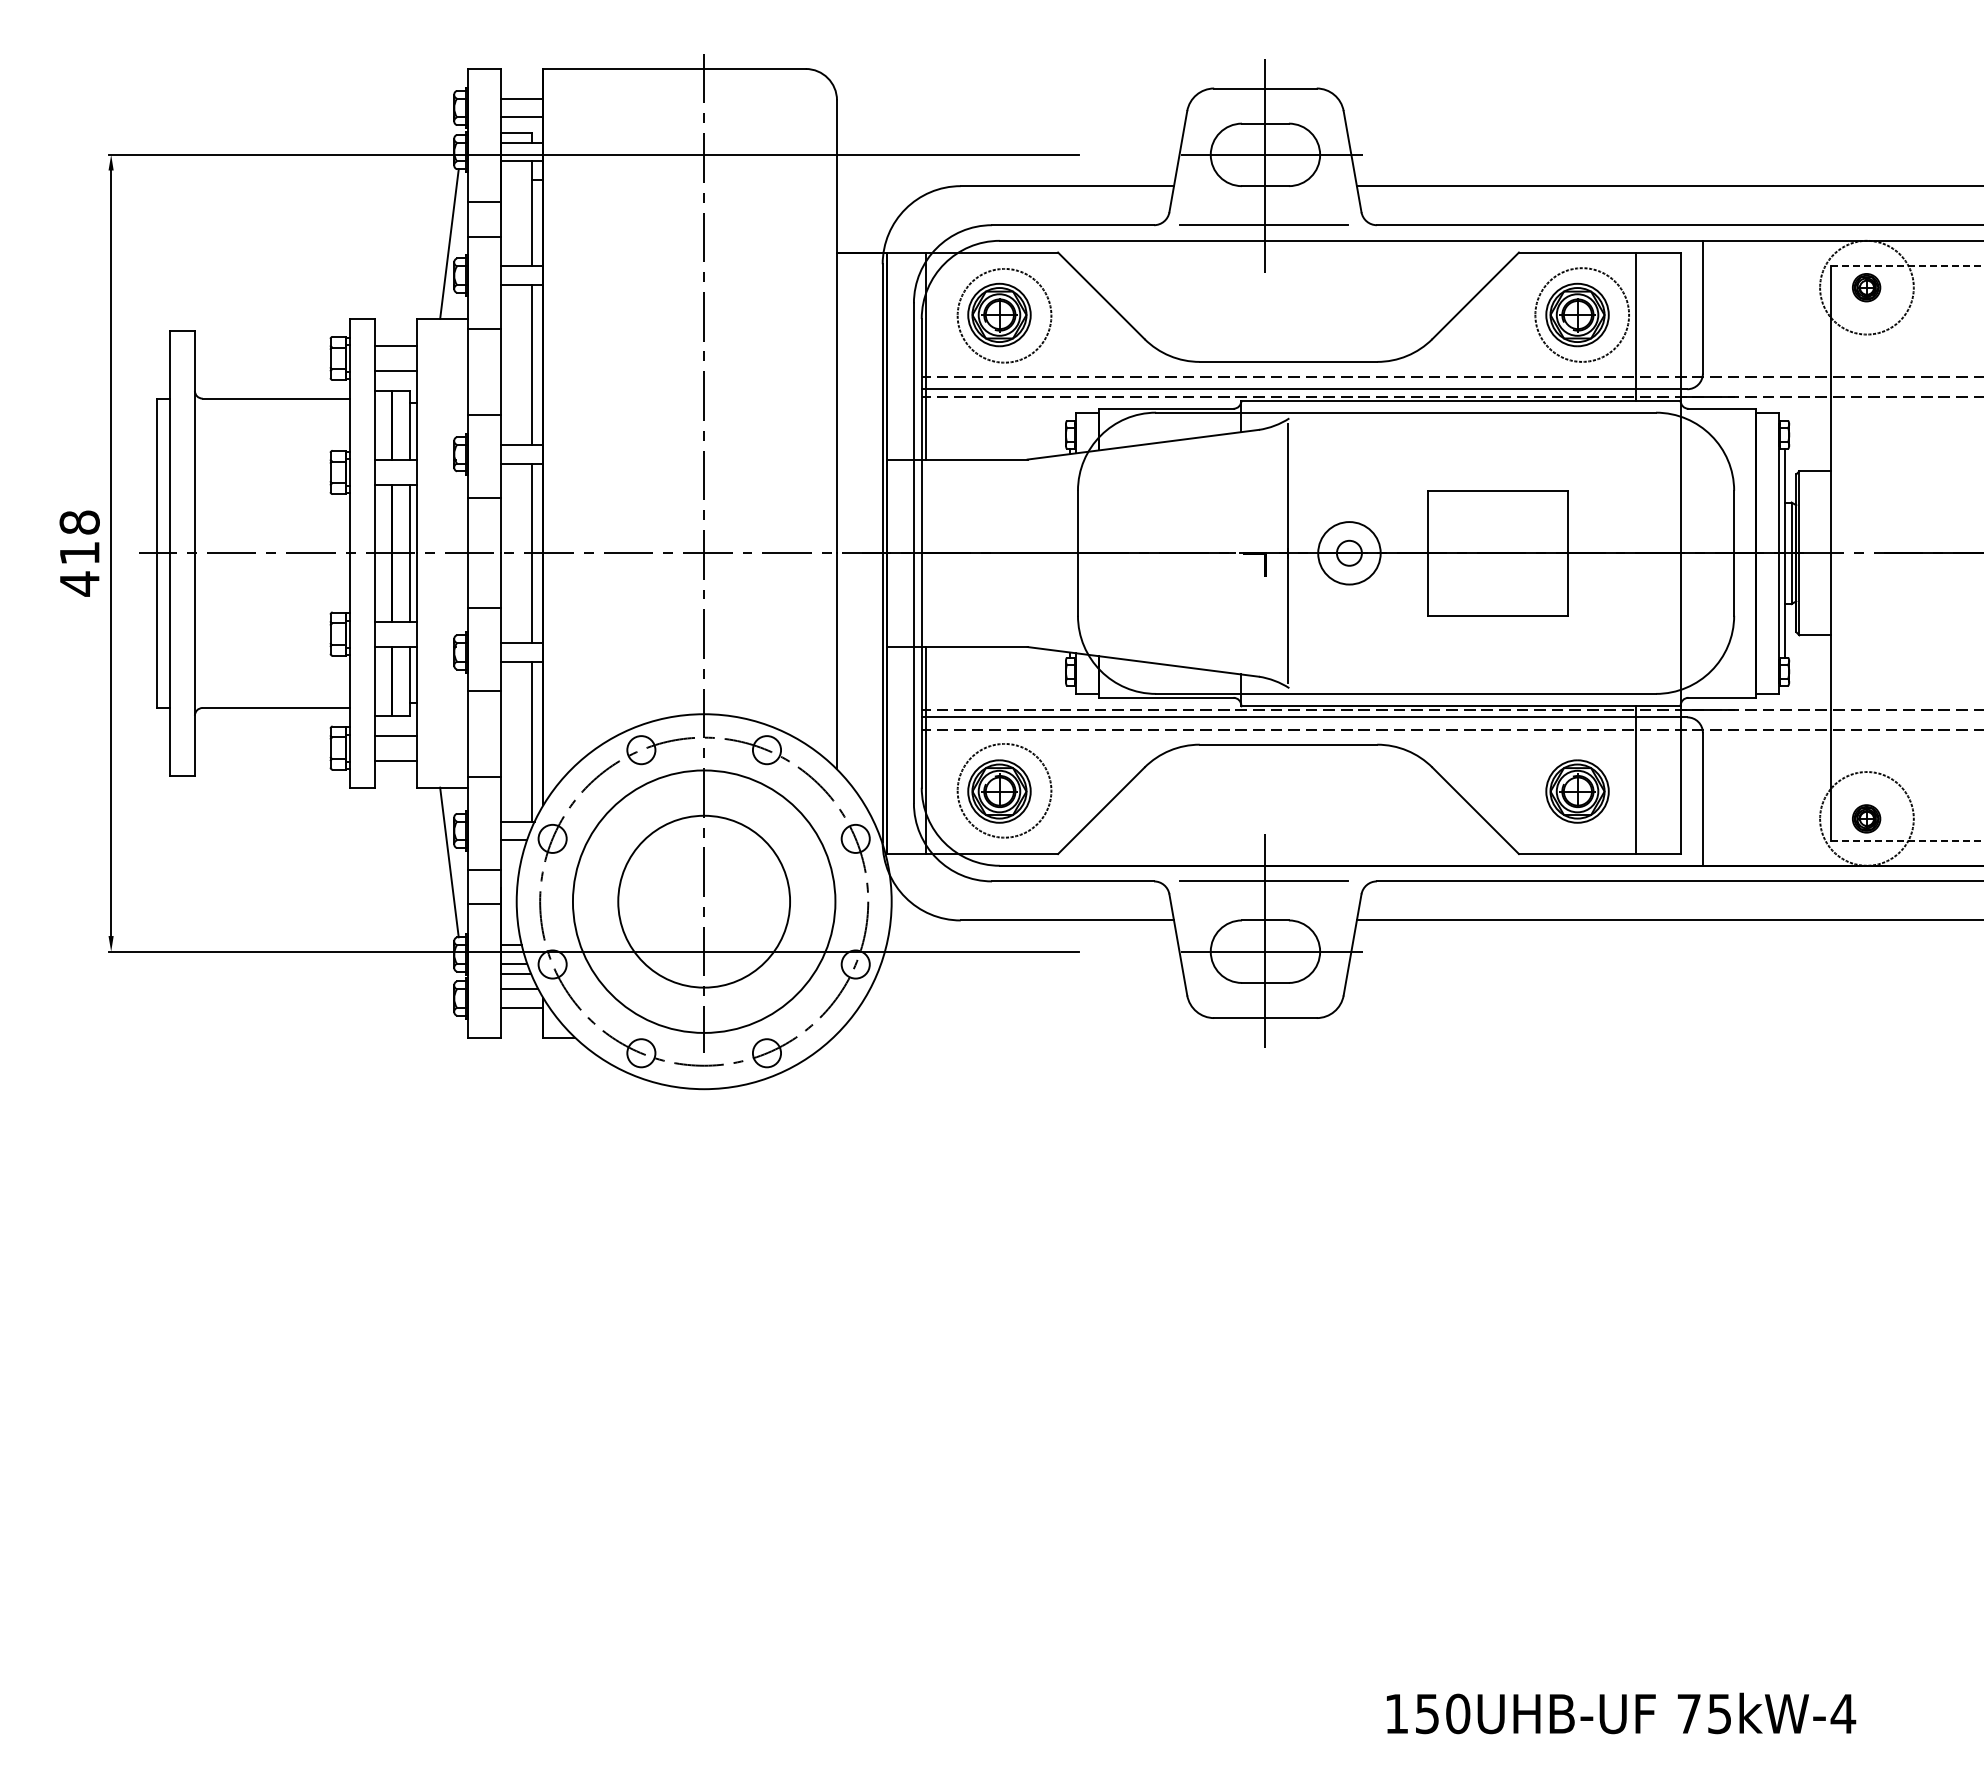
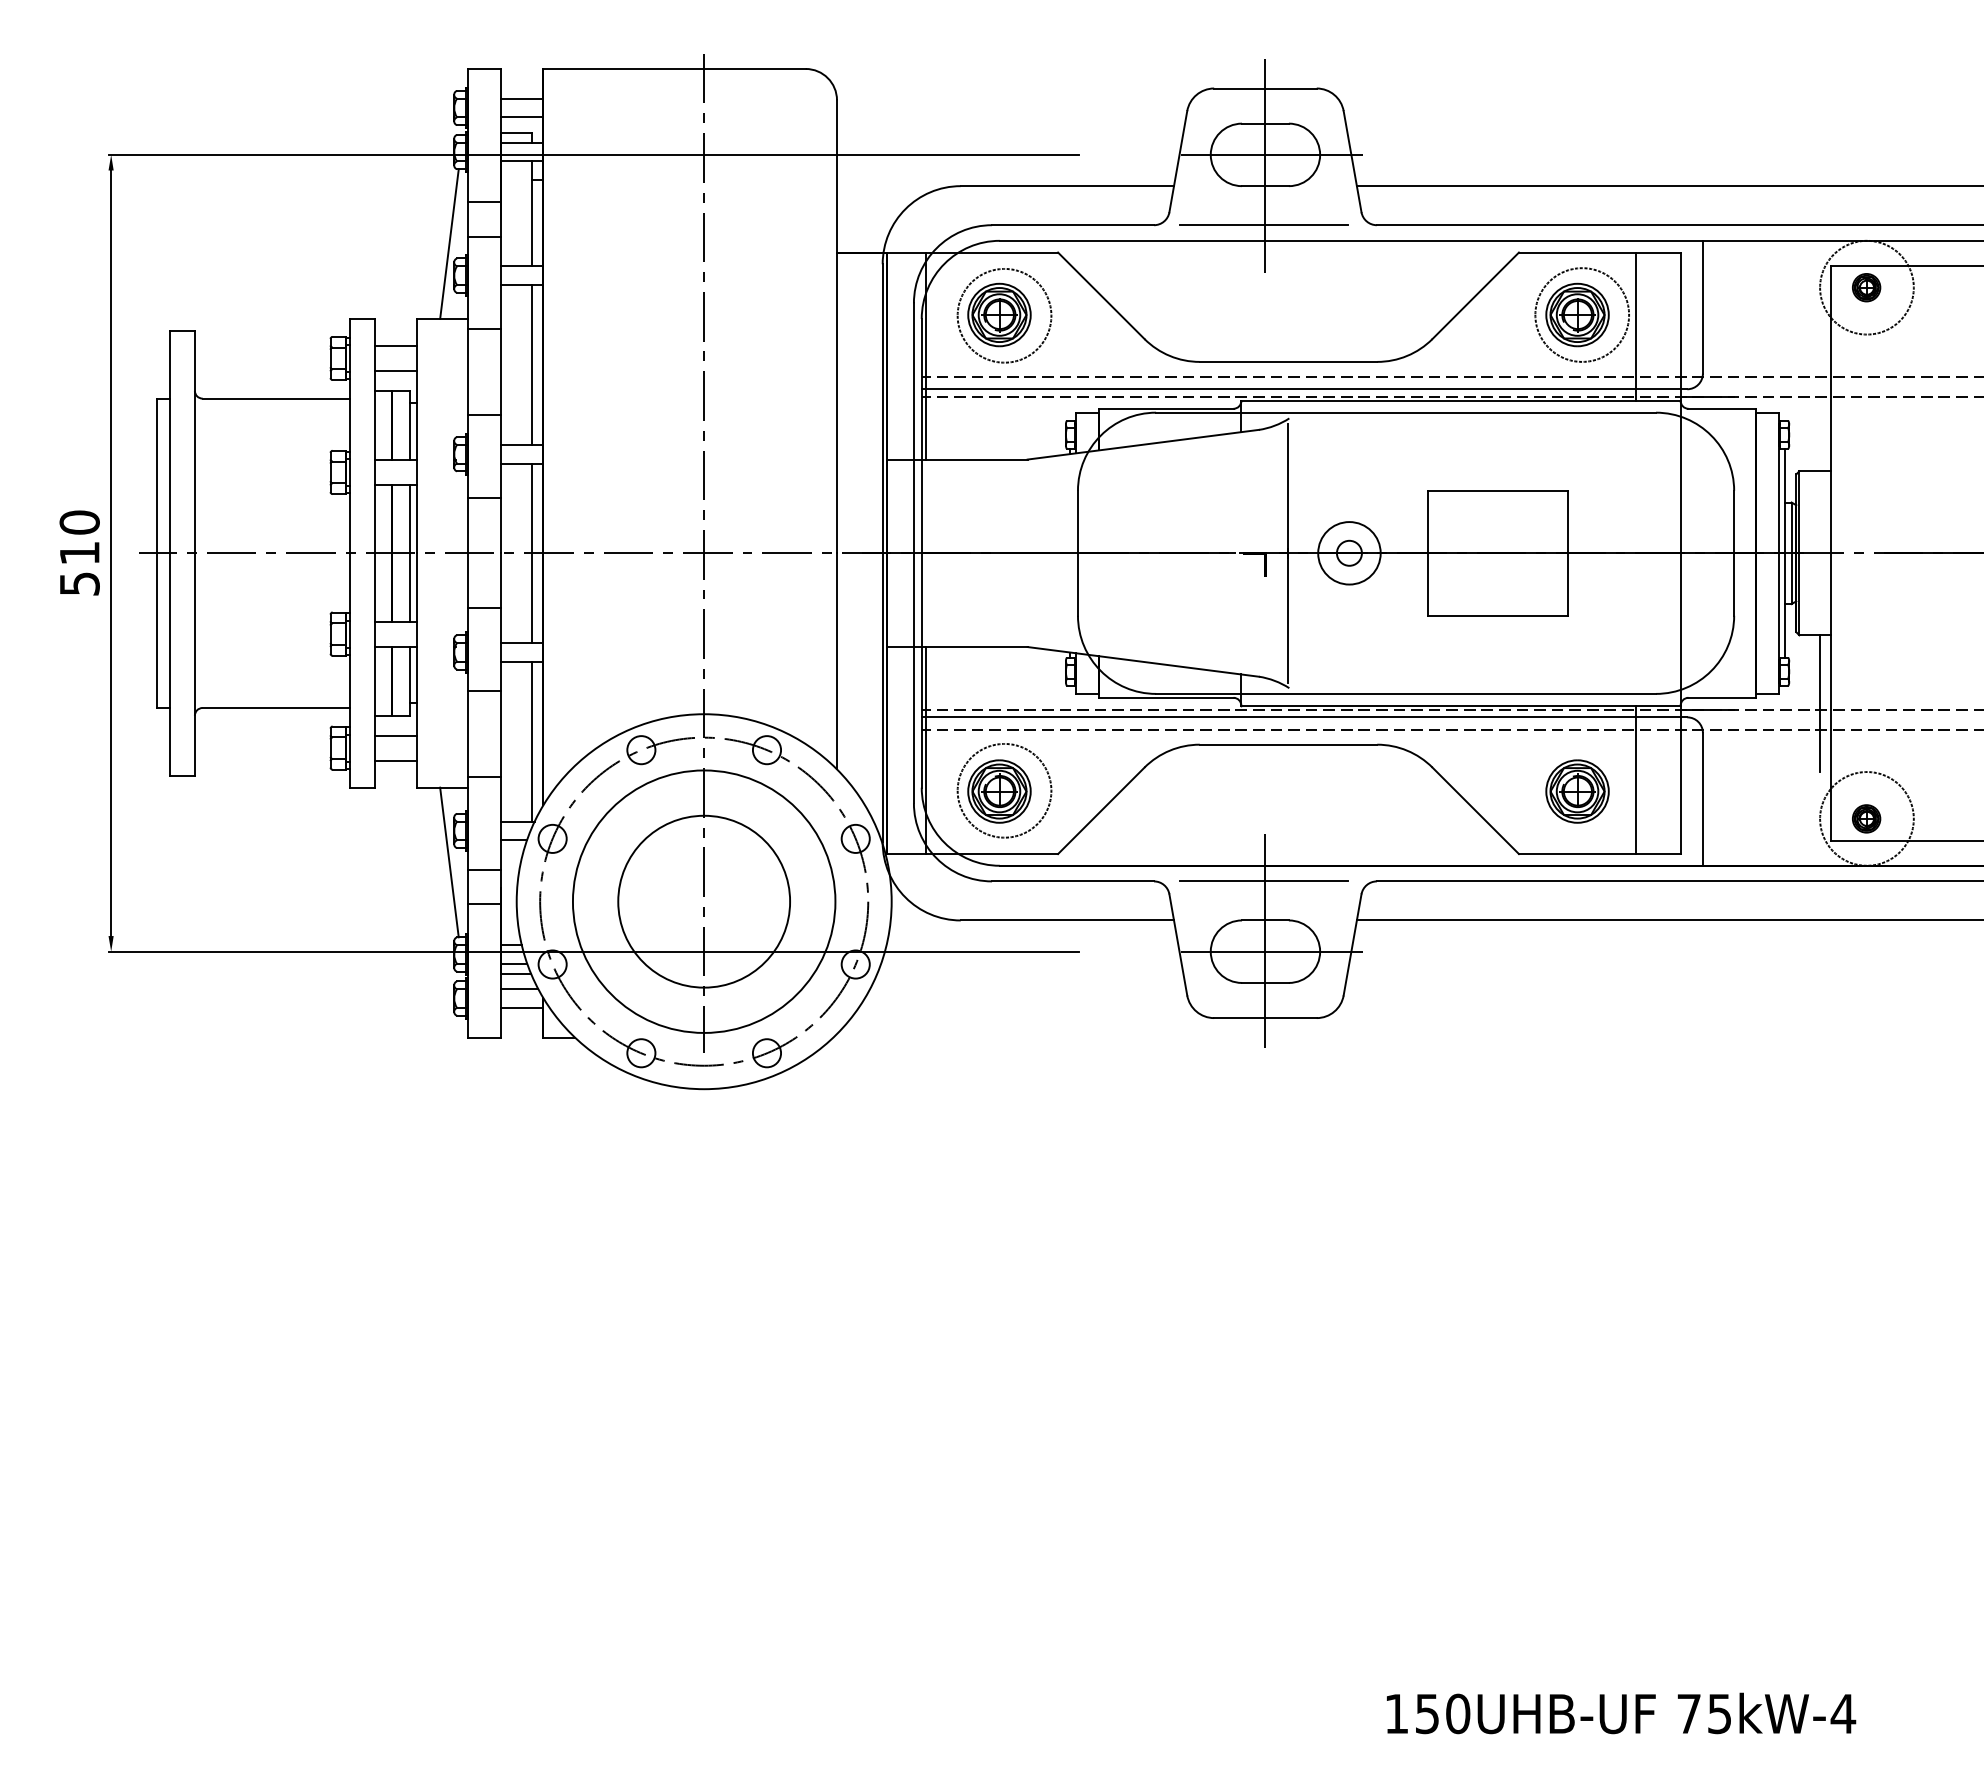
line at (1907, 265): dashed -> solid
text at (79, 553): 418 -> 510
line at (1819, 703): none -> present
line at (1907, 840): dashed -> solid
